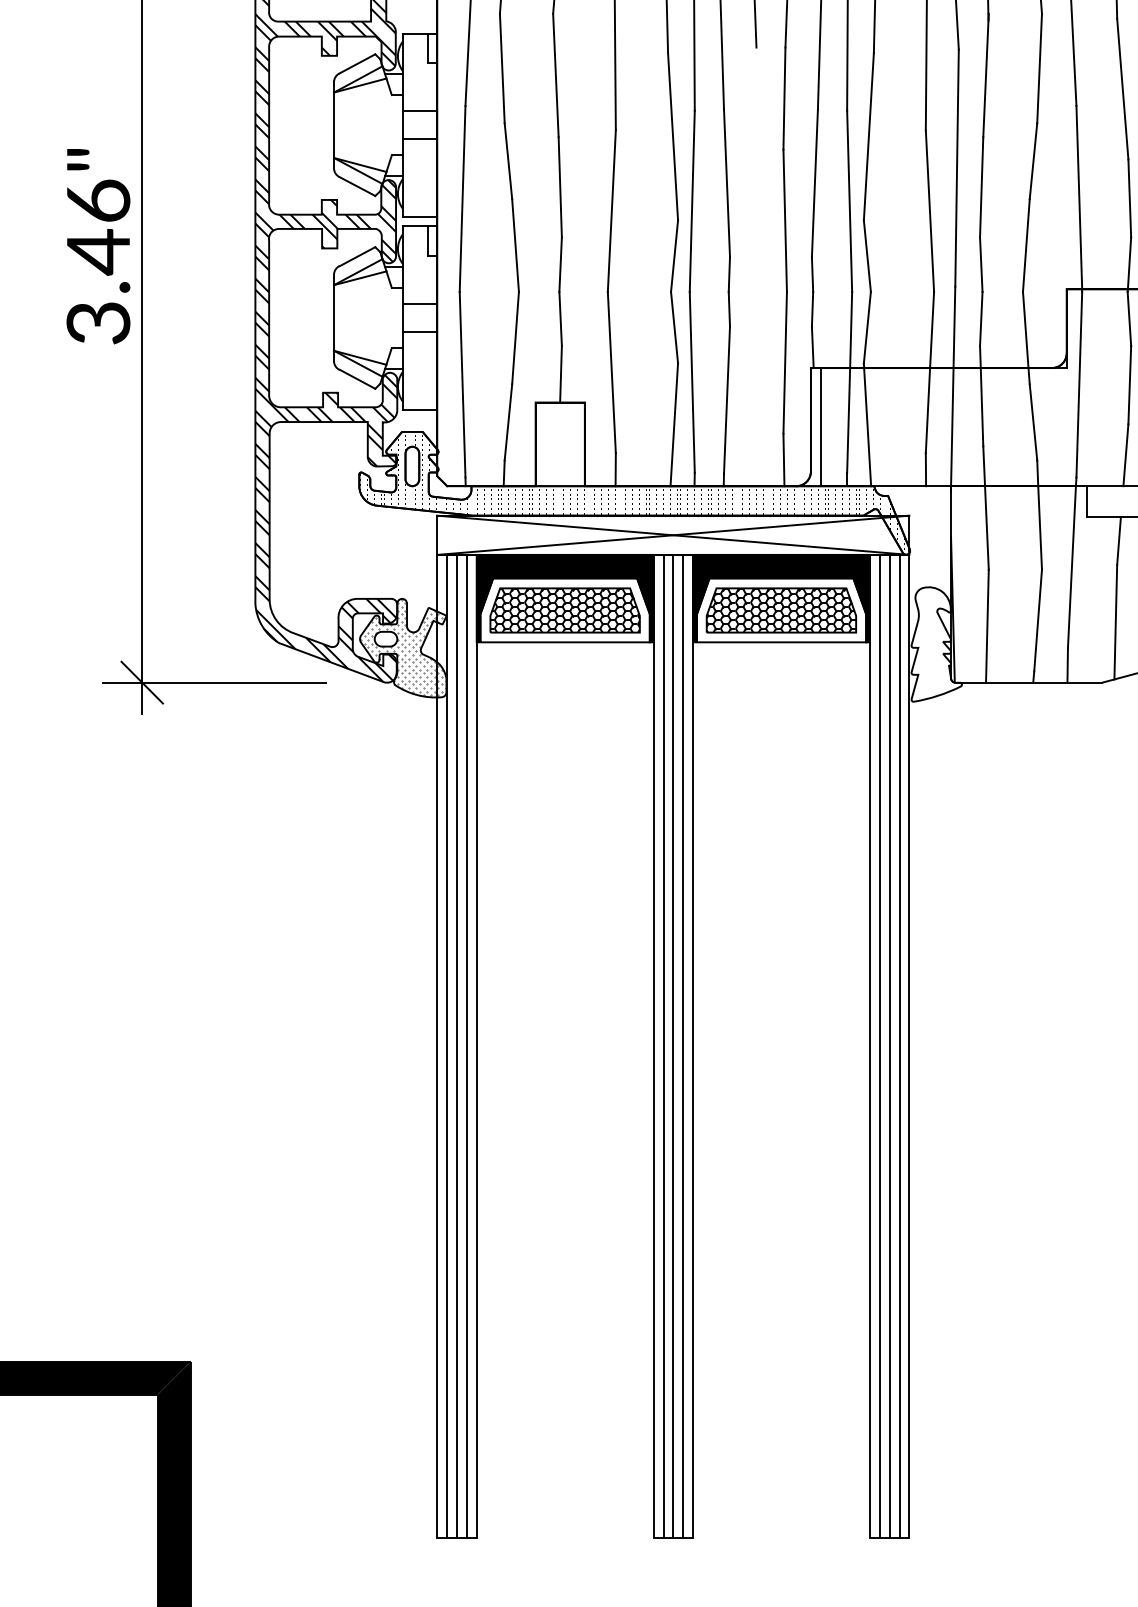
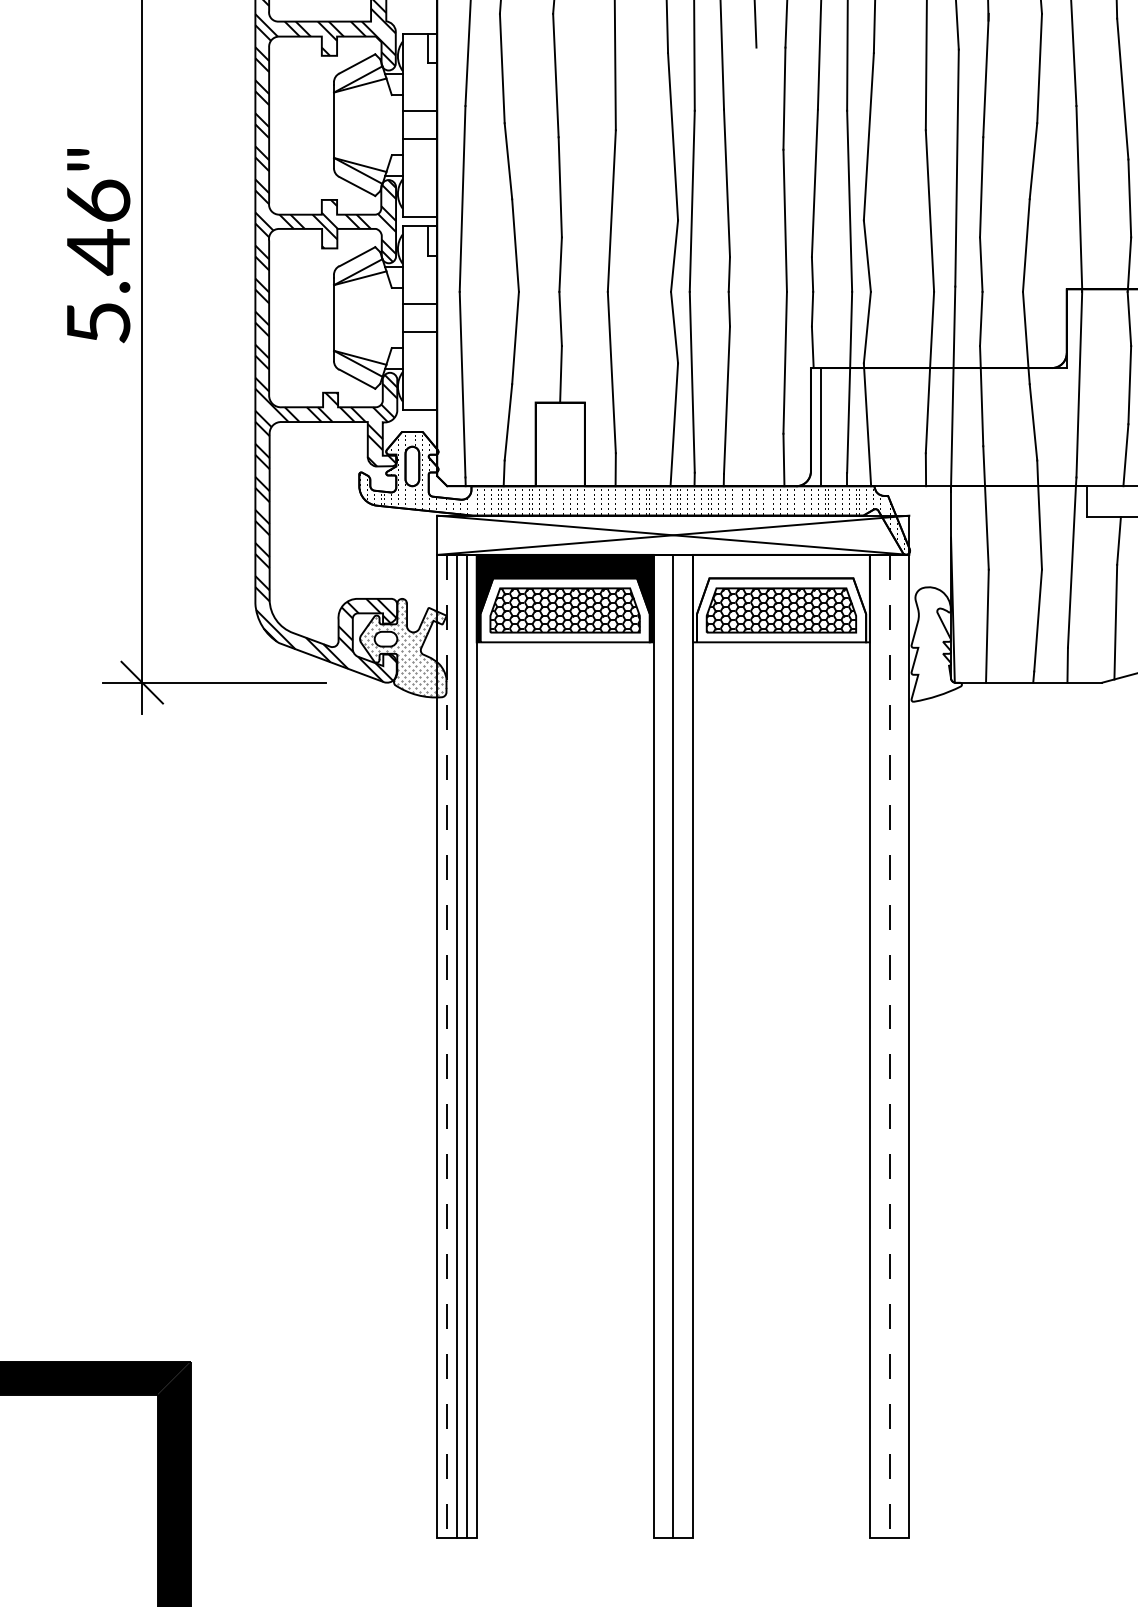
text at (98, 323): 3.46" -> 5.46"
fill at (781, 598): present -> none
line at (447, 1046): solid -> dashed
line at (663, 1046): present -> none
line at (683, 1046): present -> none
line at (879, 1046): present -> none
line at (889, 1046): solid -> dashed
line at (899, 1046): present -> none
